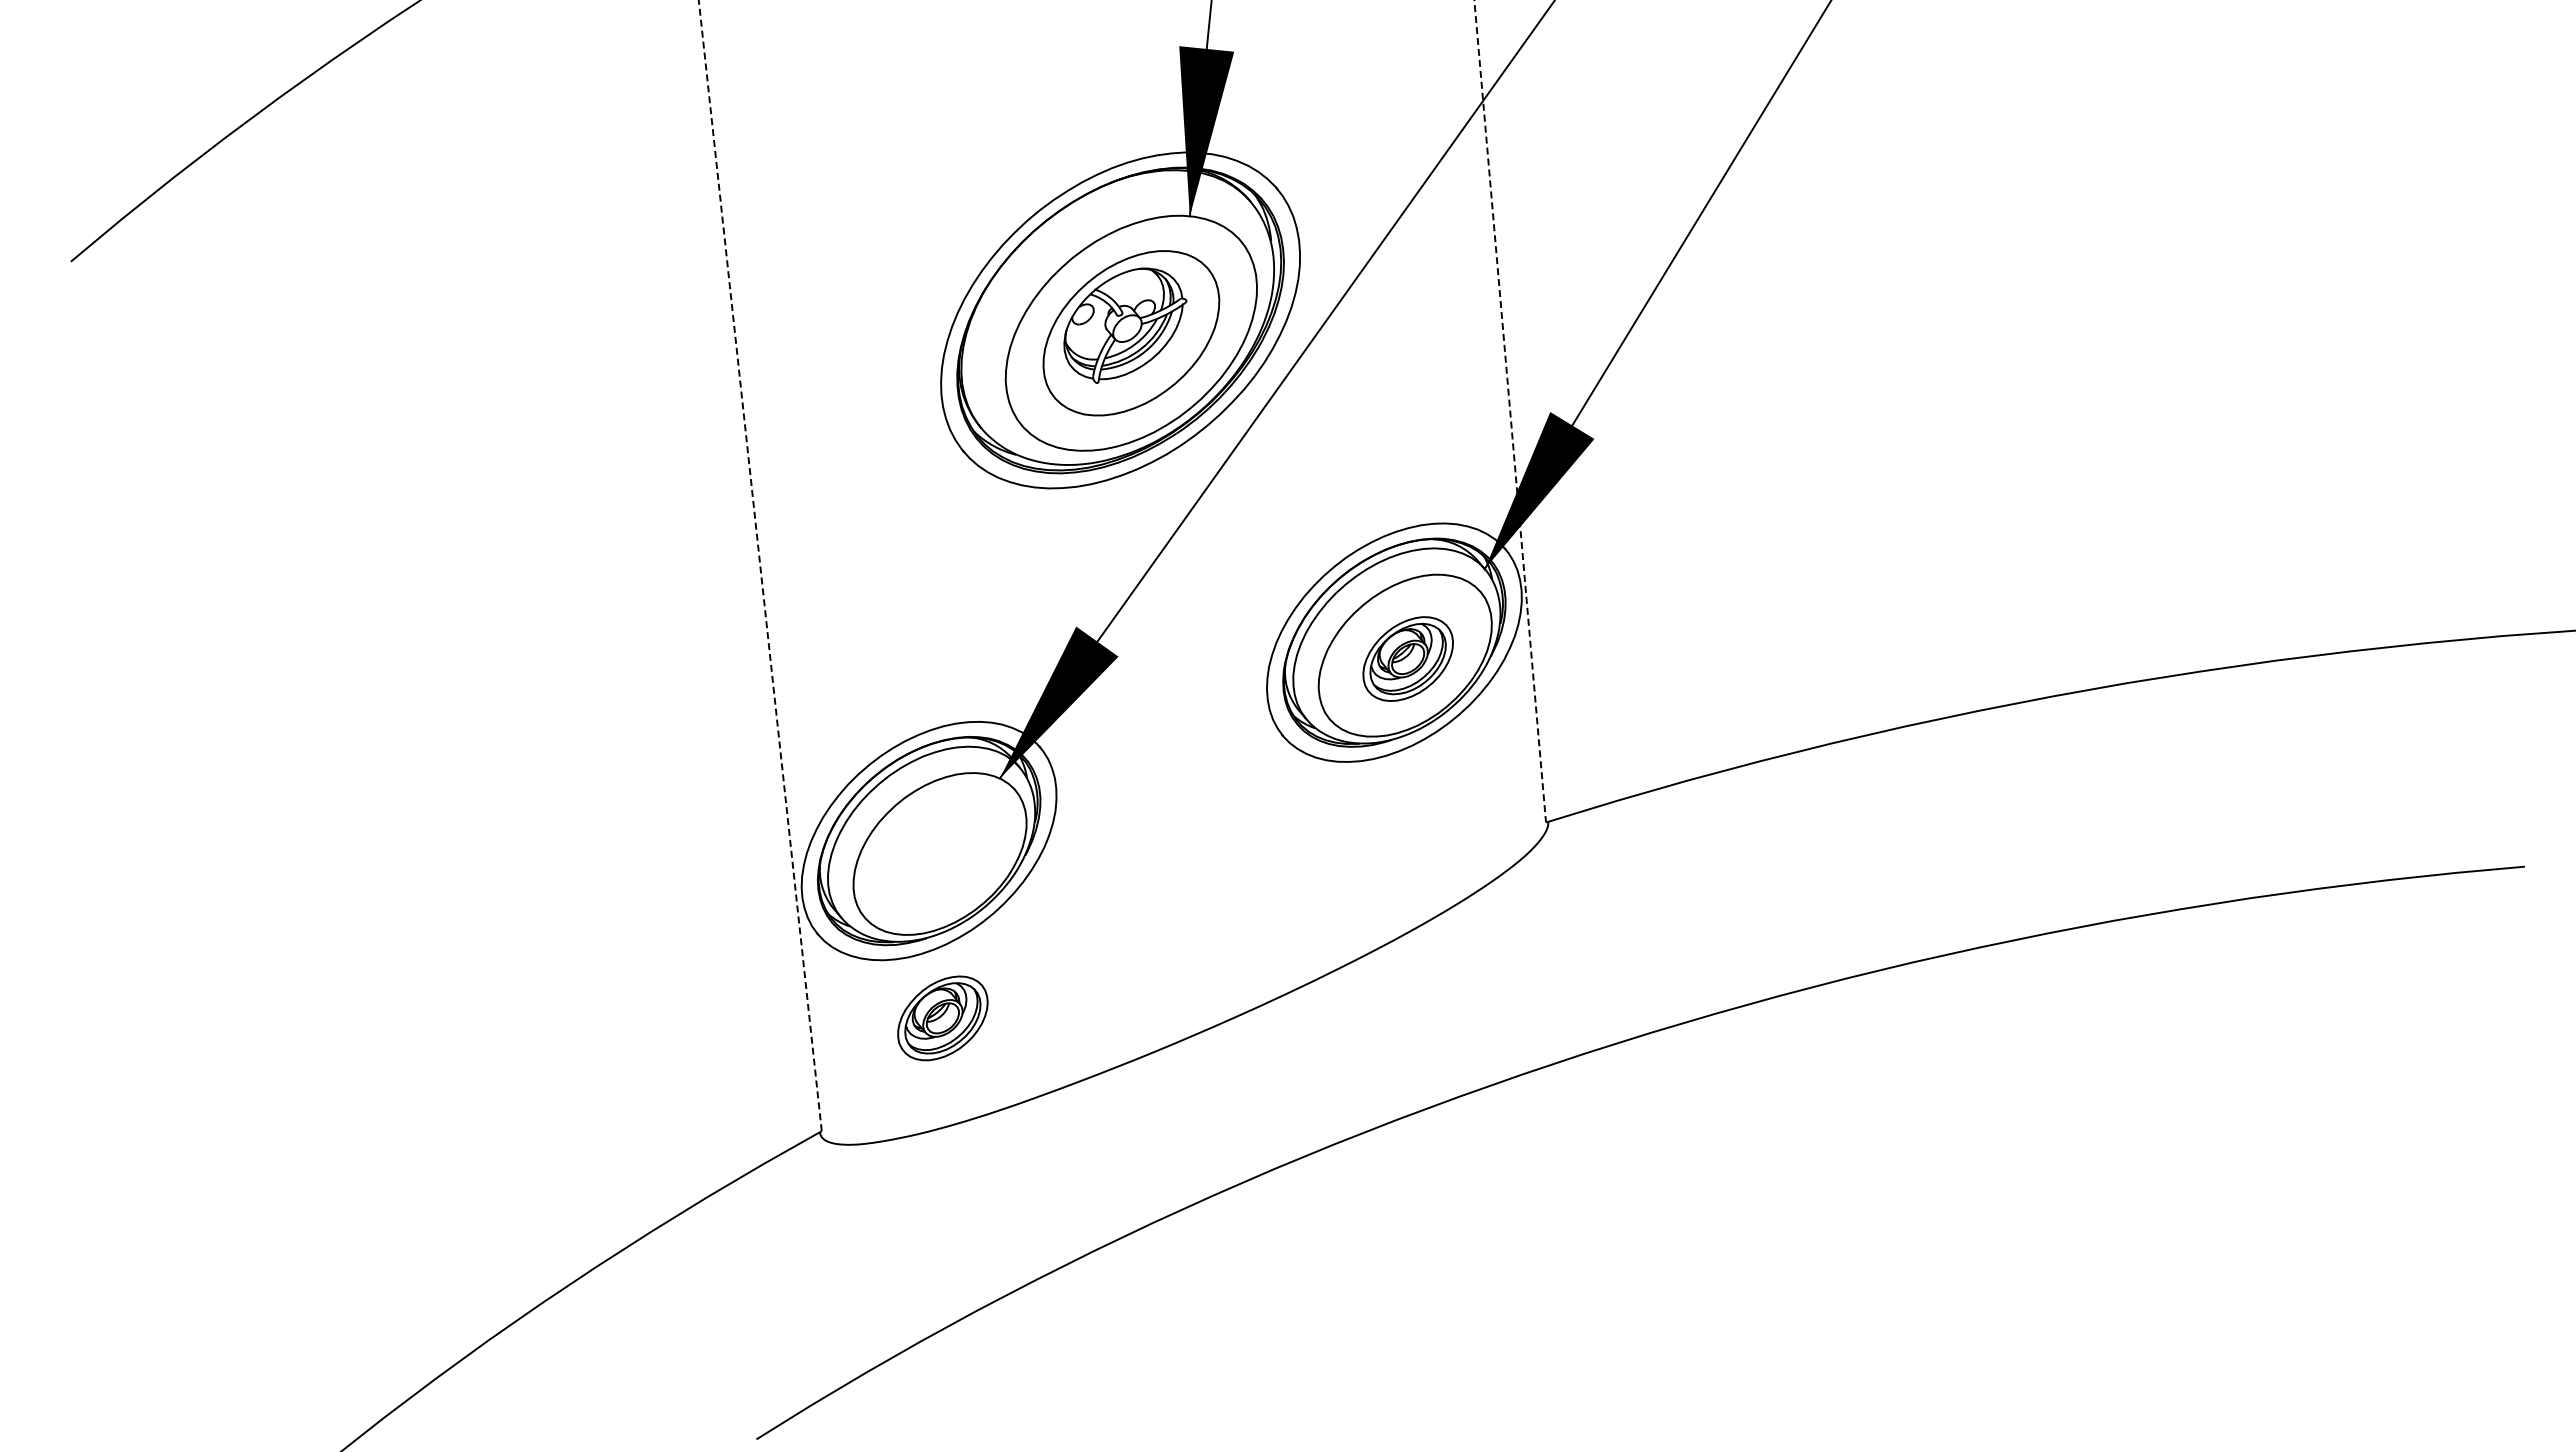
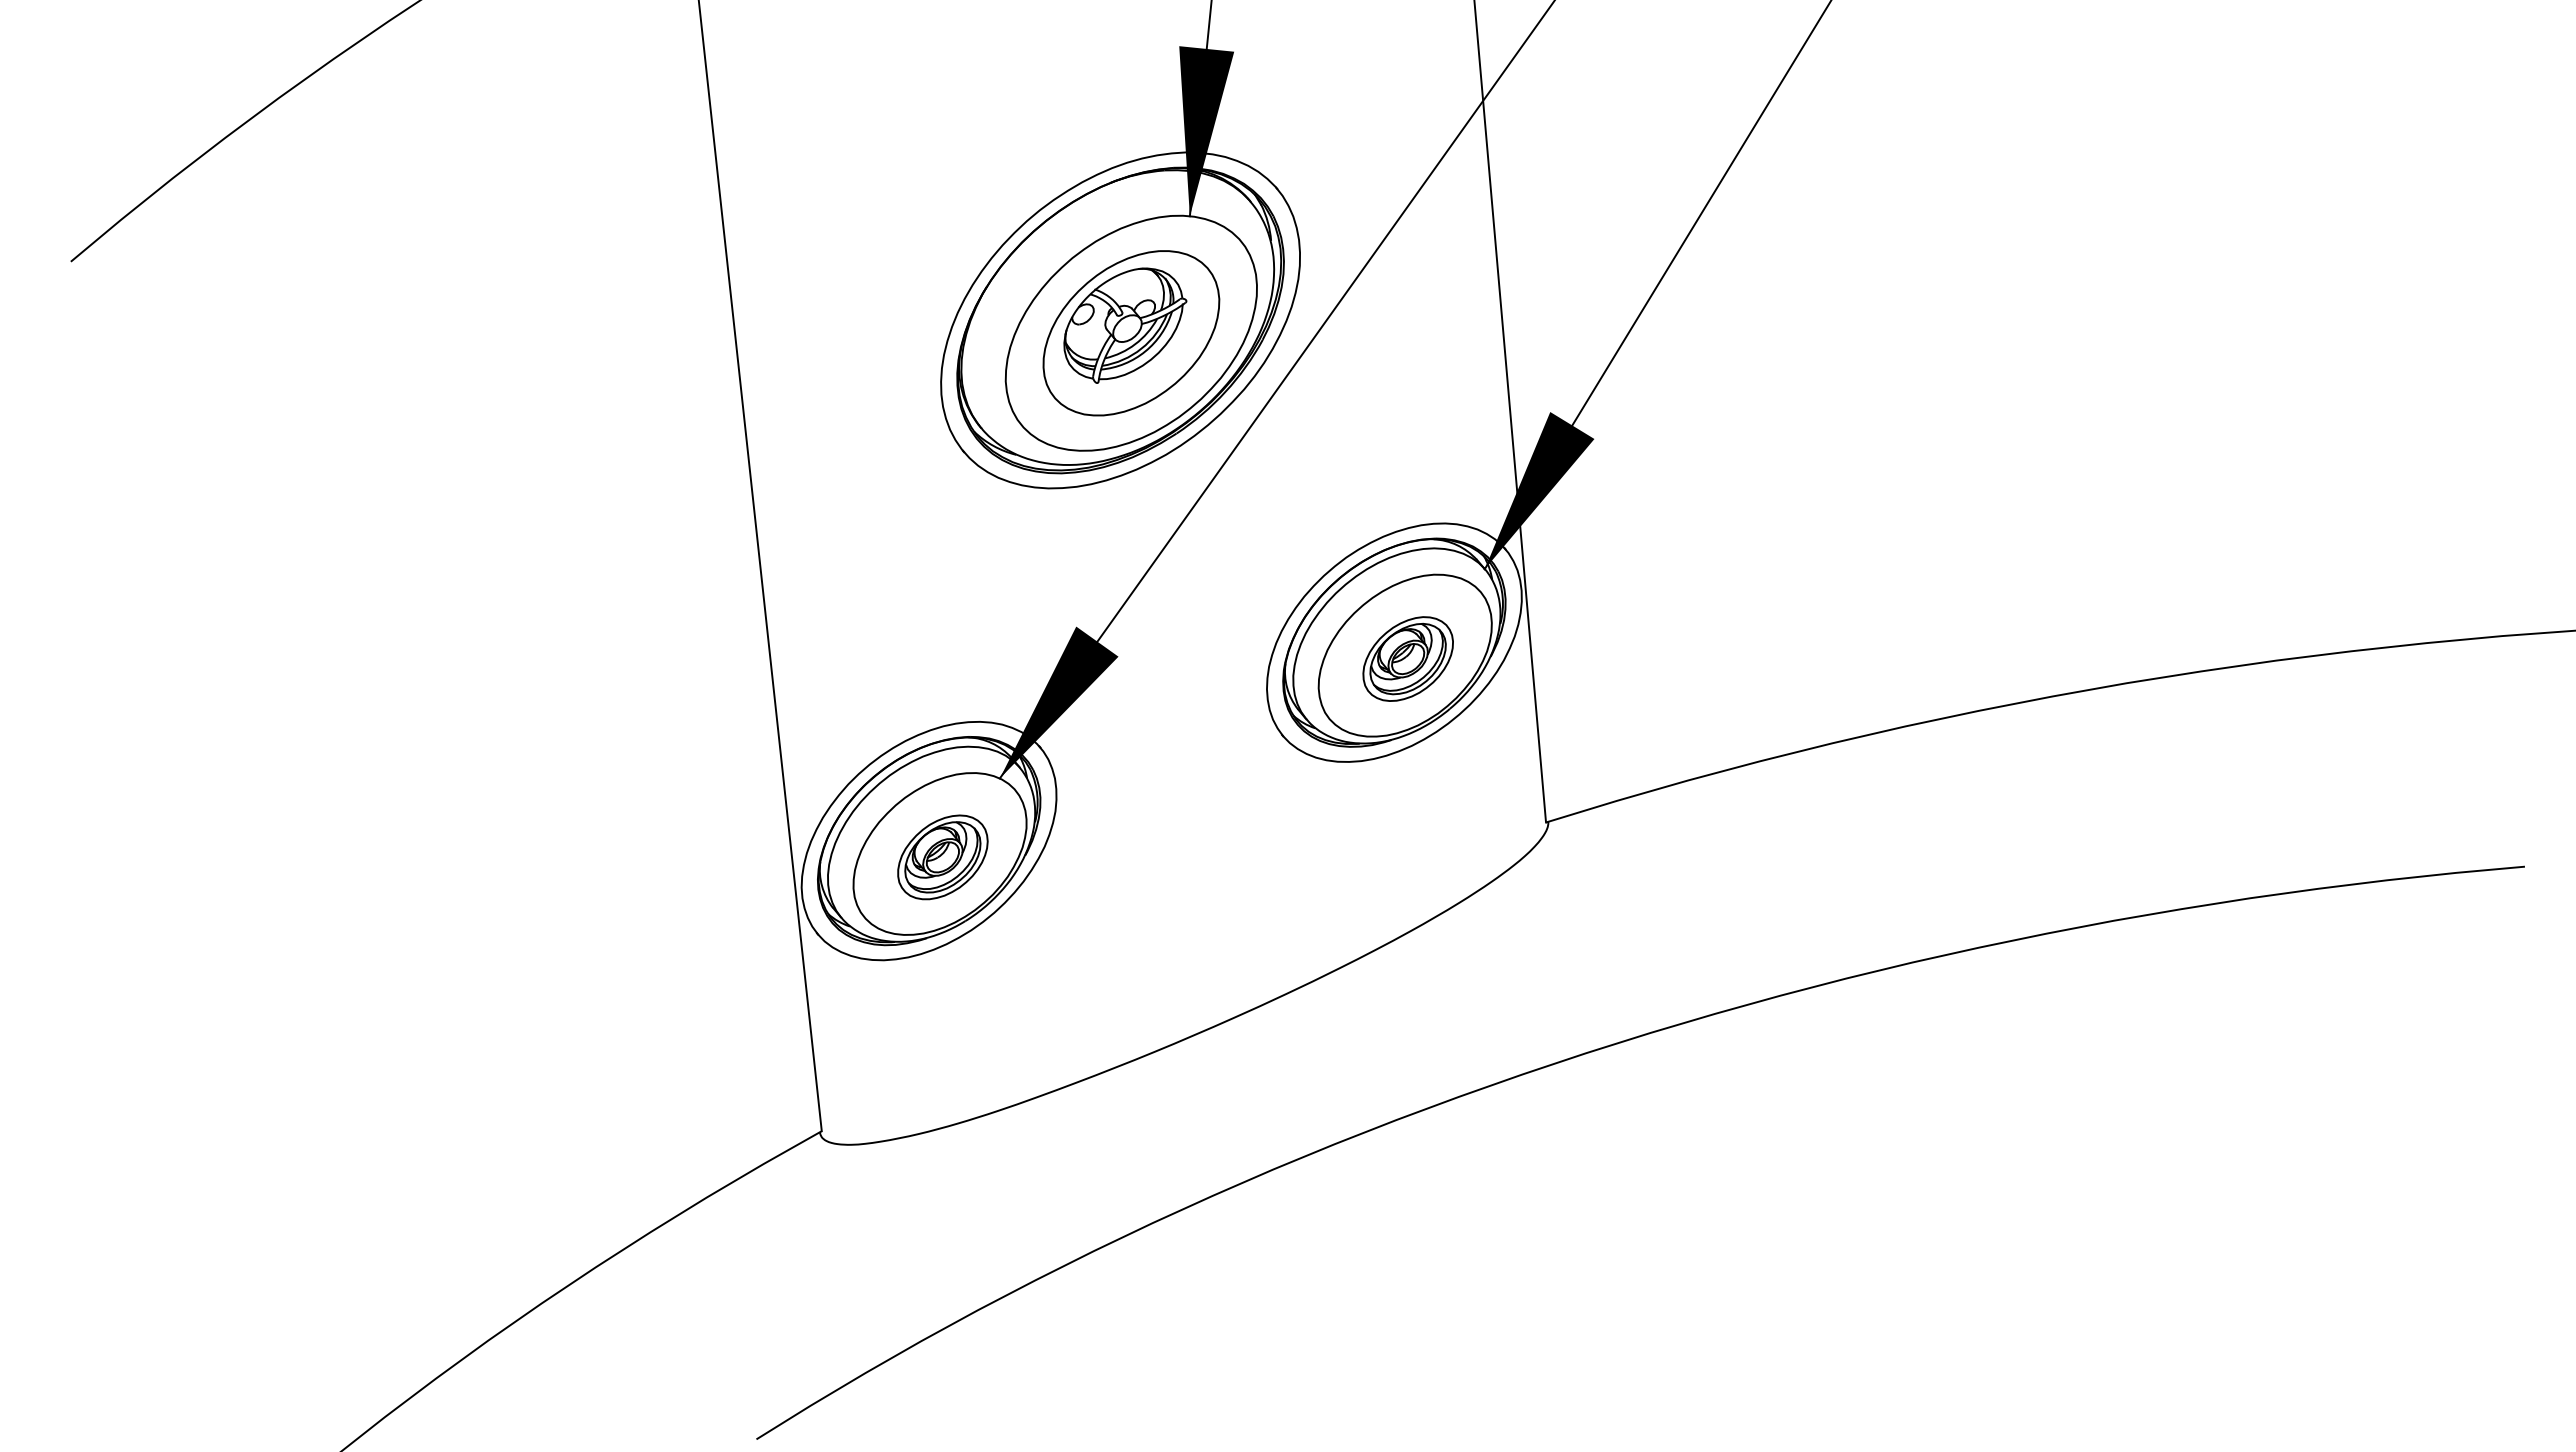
line at (1510, 412): dashed -> solid
line at (760, 565): dashed -> solid
part at (942, 1018) position: (942, 1018) -> (942, 857)
